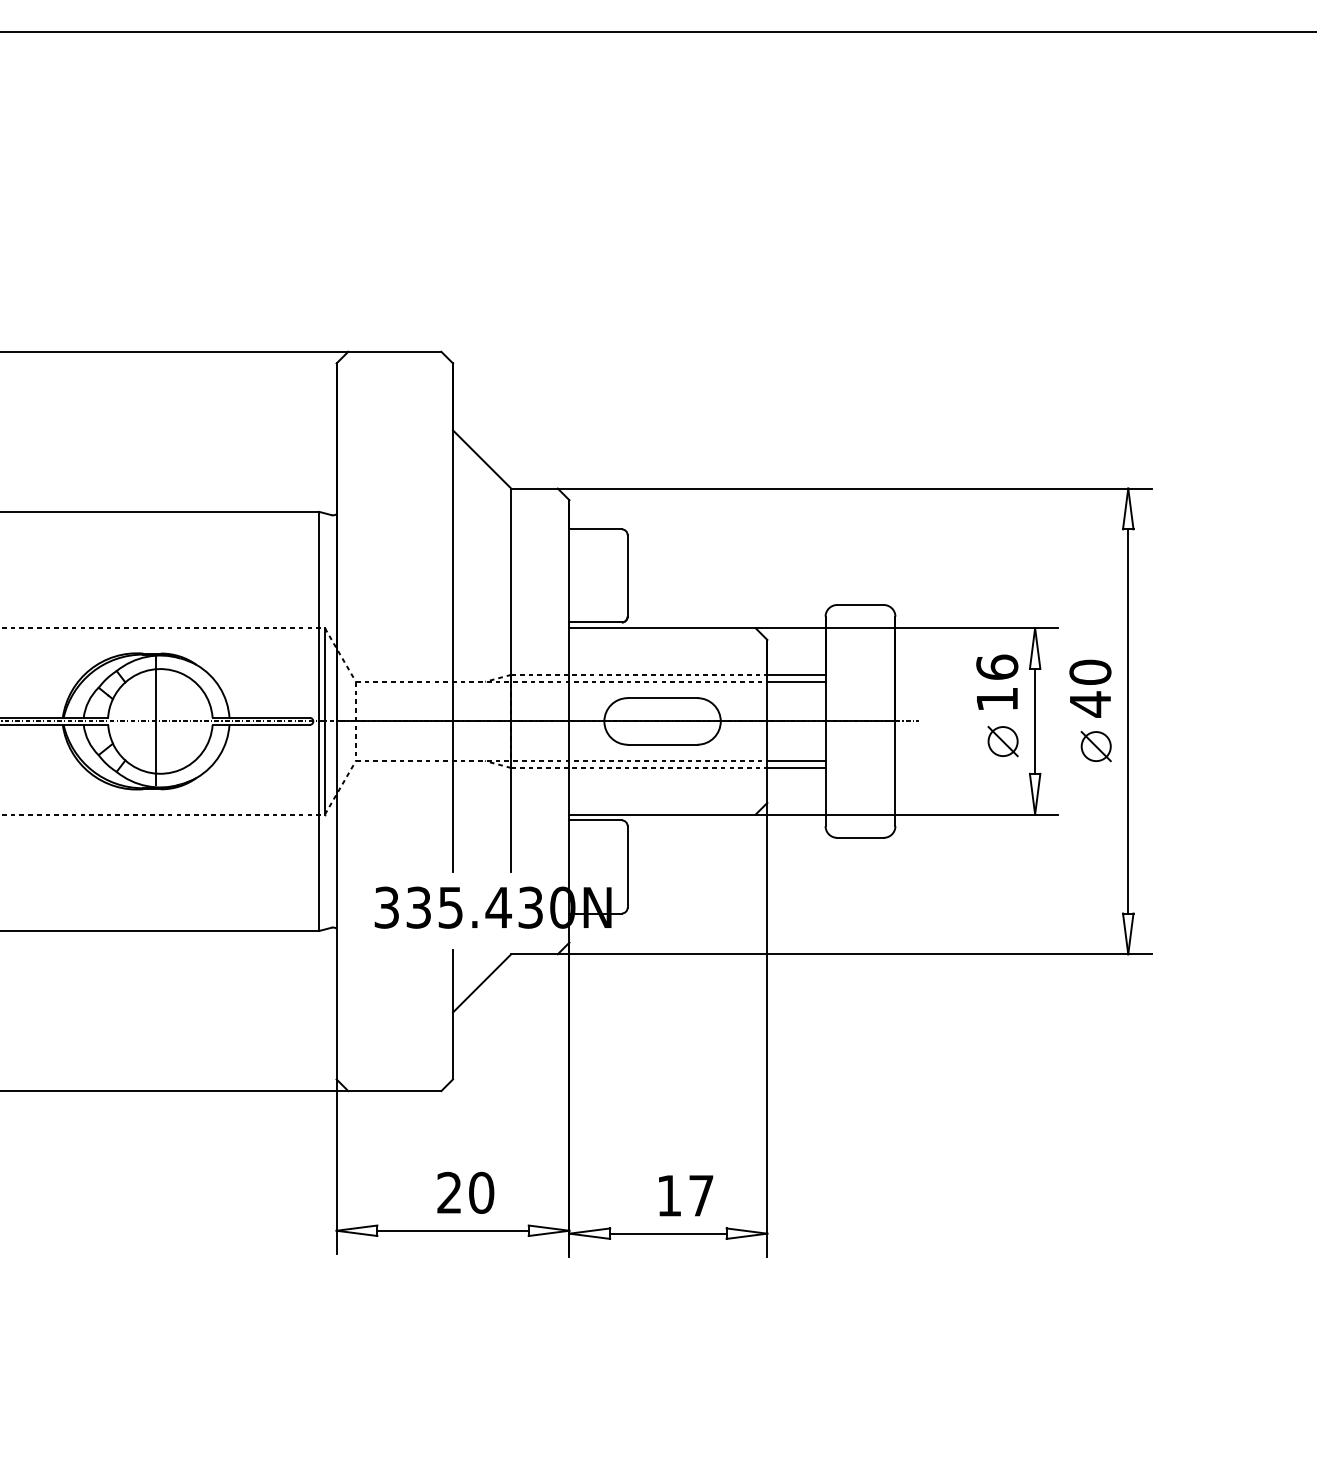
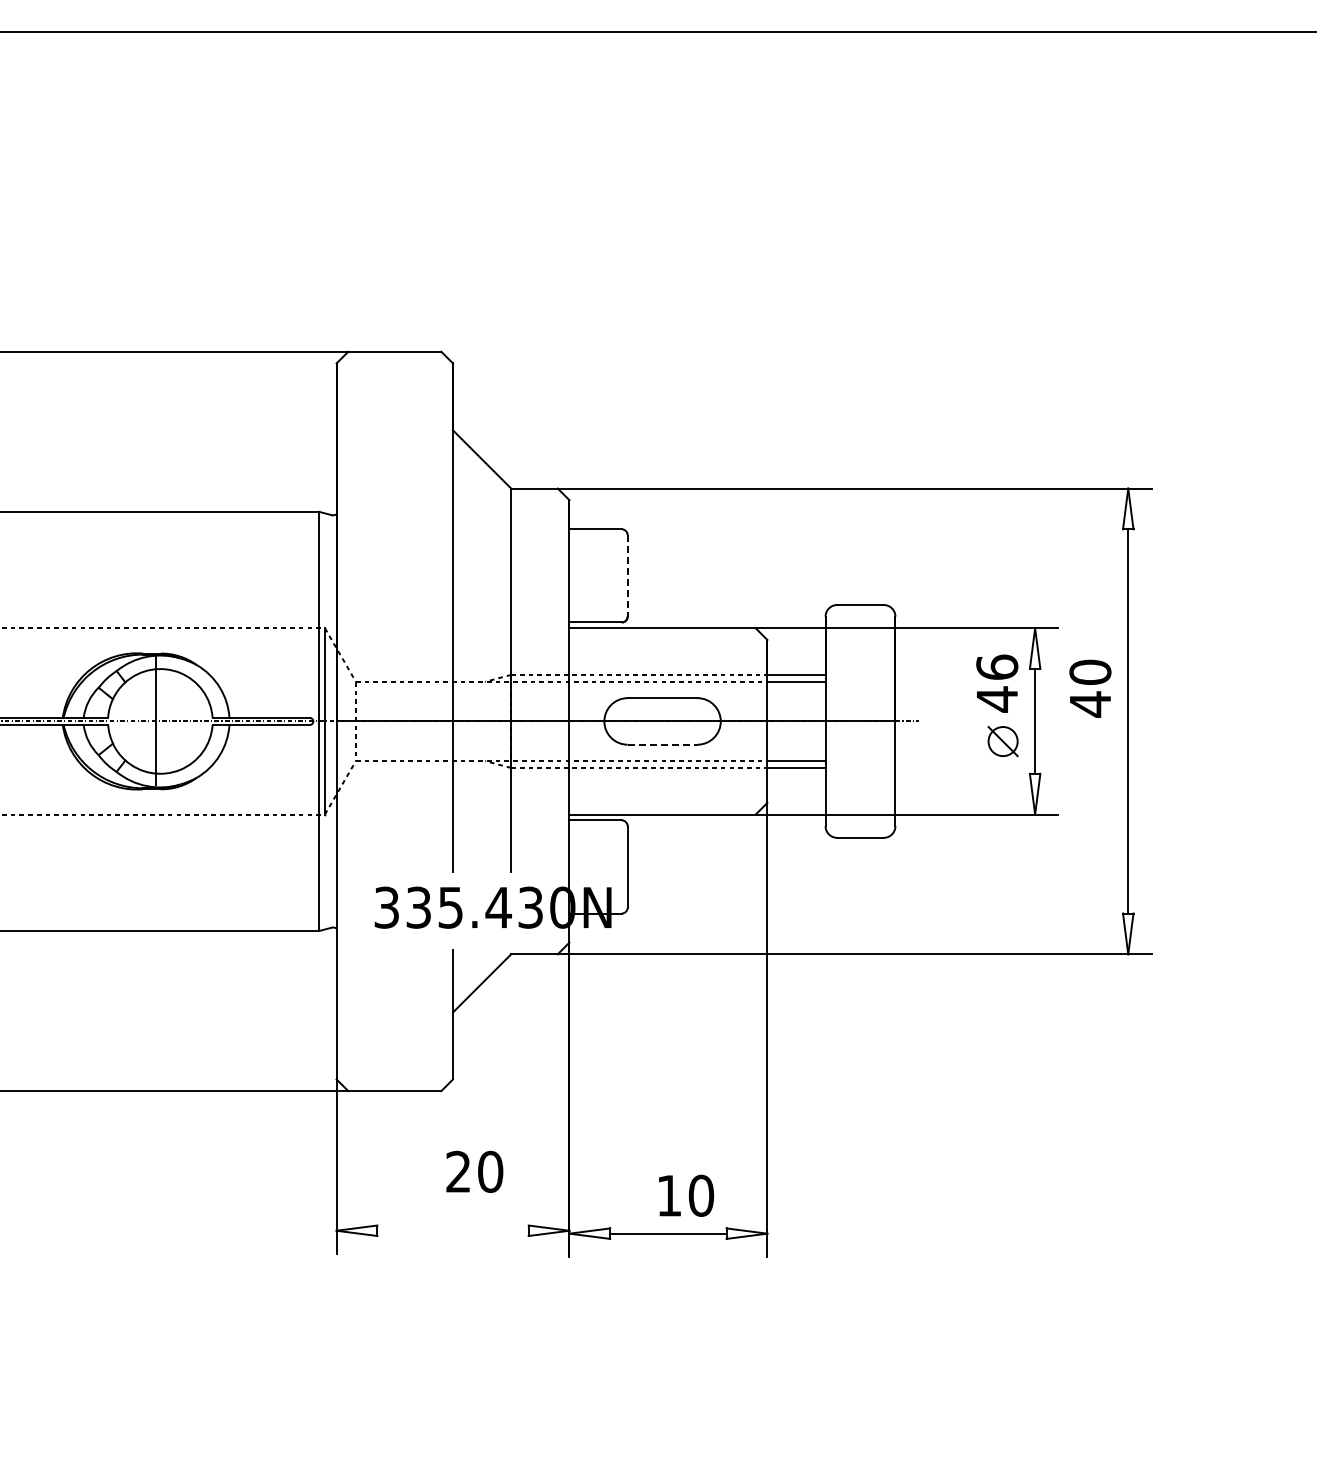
line at (627, 575): solid -> dashed
text at (997, 699): 16 -> 46
line at (662, 744): solid -> dashed
part at (1095, 746): present -> none
text at (465, 1192) position: (465, 1192) -> (474, 1171)
text at (701, 1195): 17 -> 10
line at (452, 1230): present -> none
